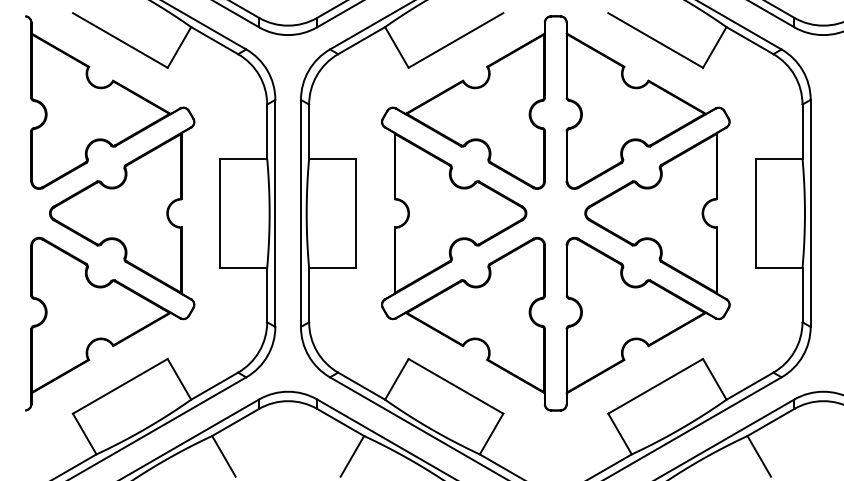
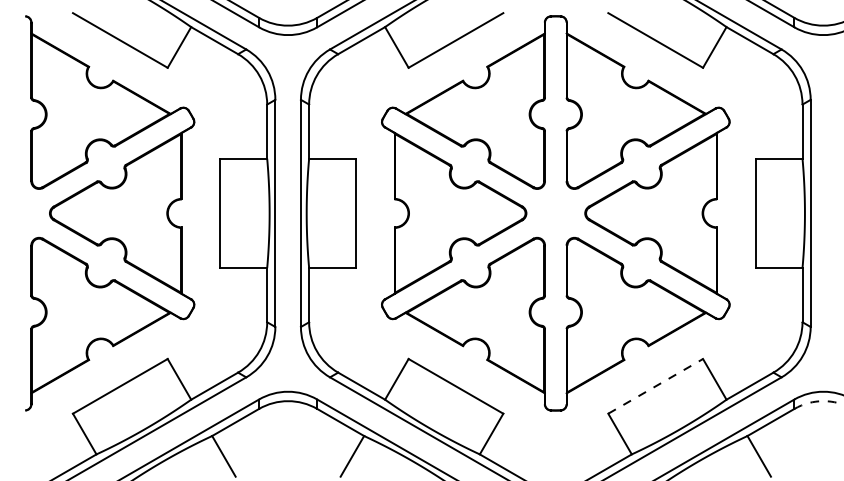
line at (655, 386): solid -> dashed
arc at (818, 401): solid -> dashed
